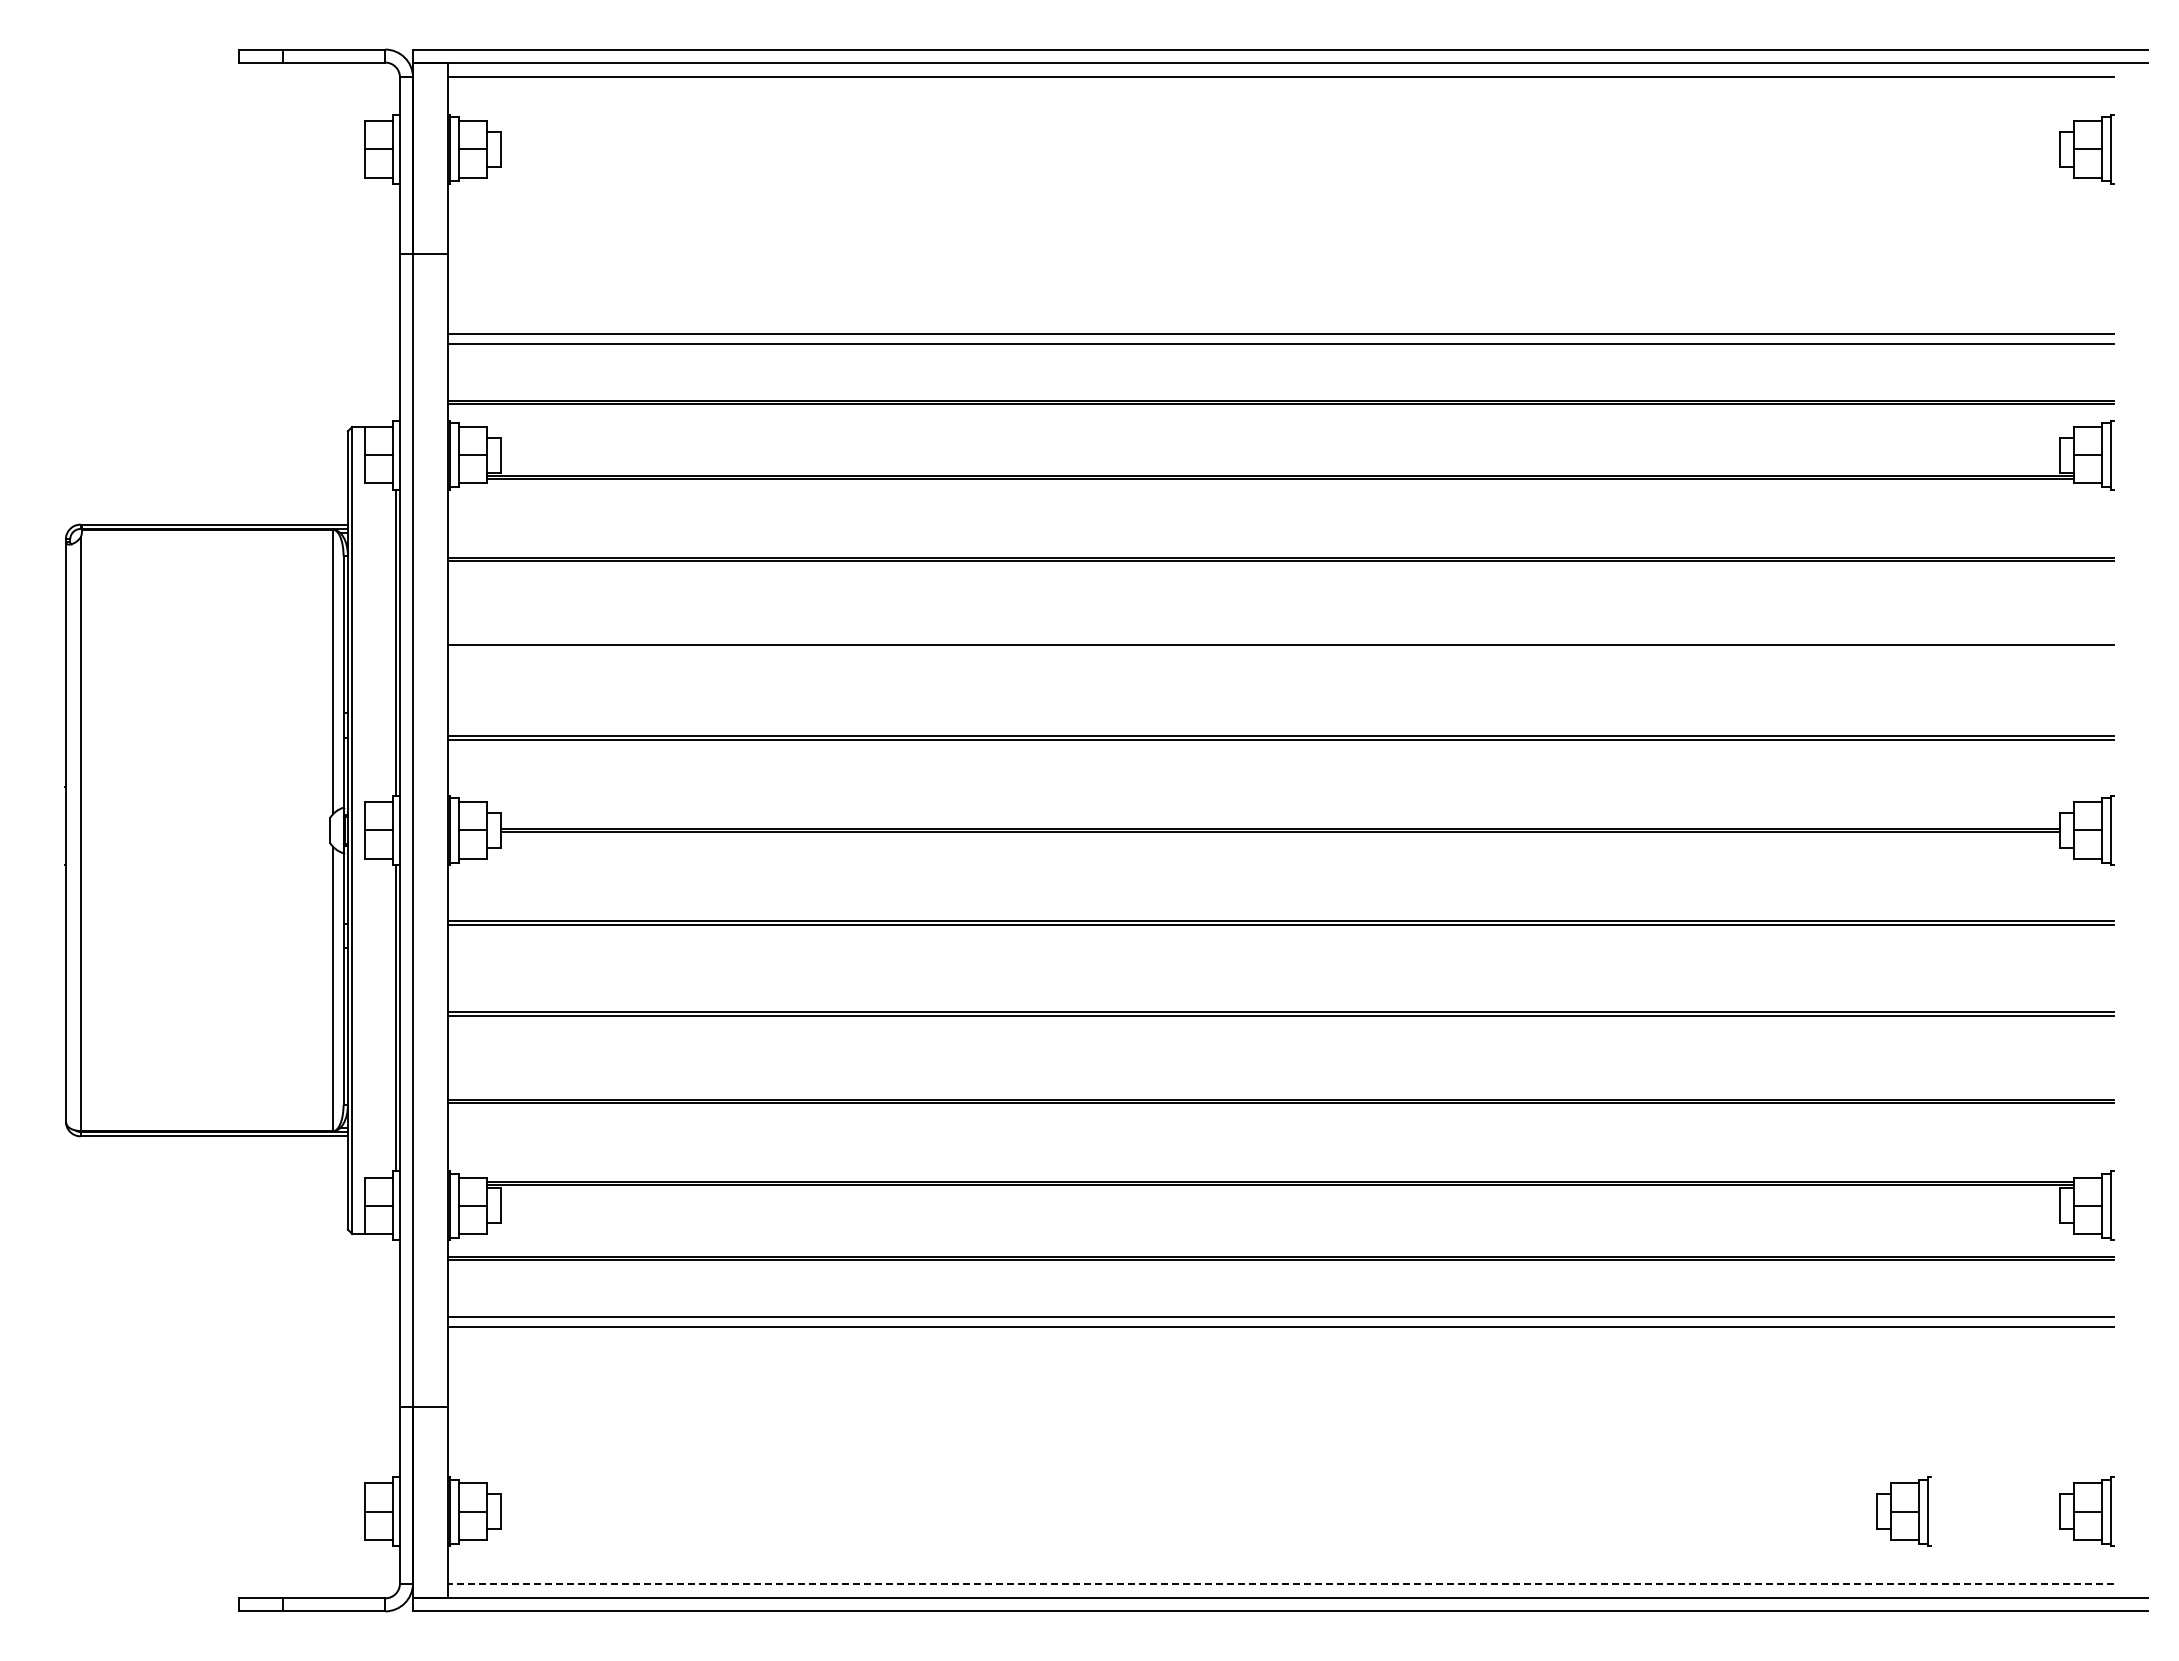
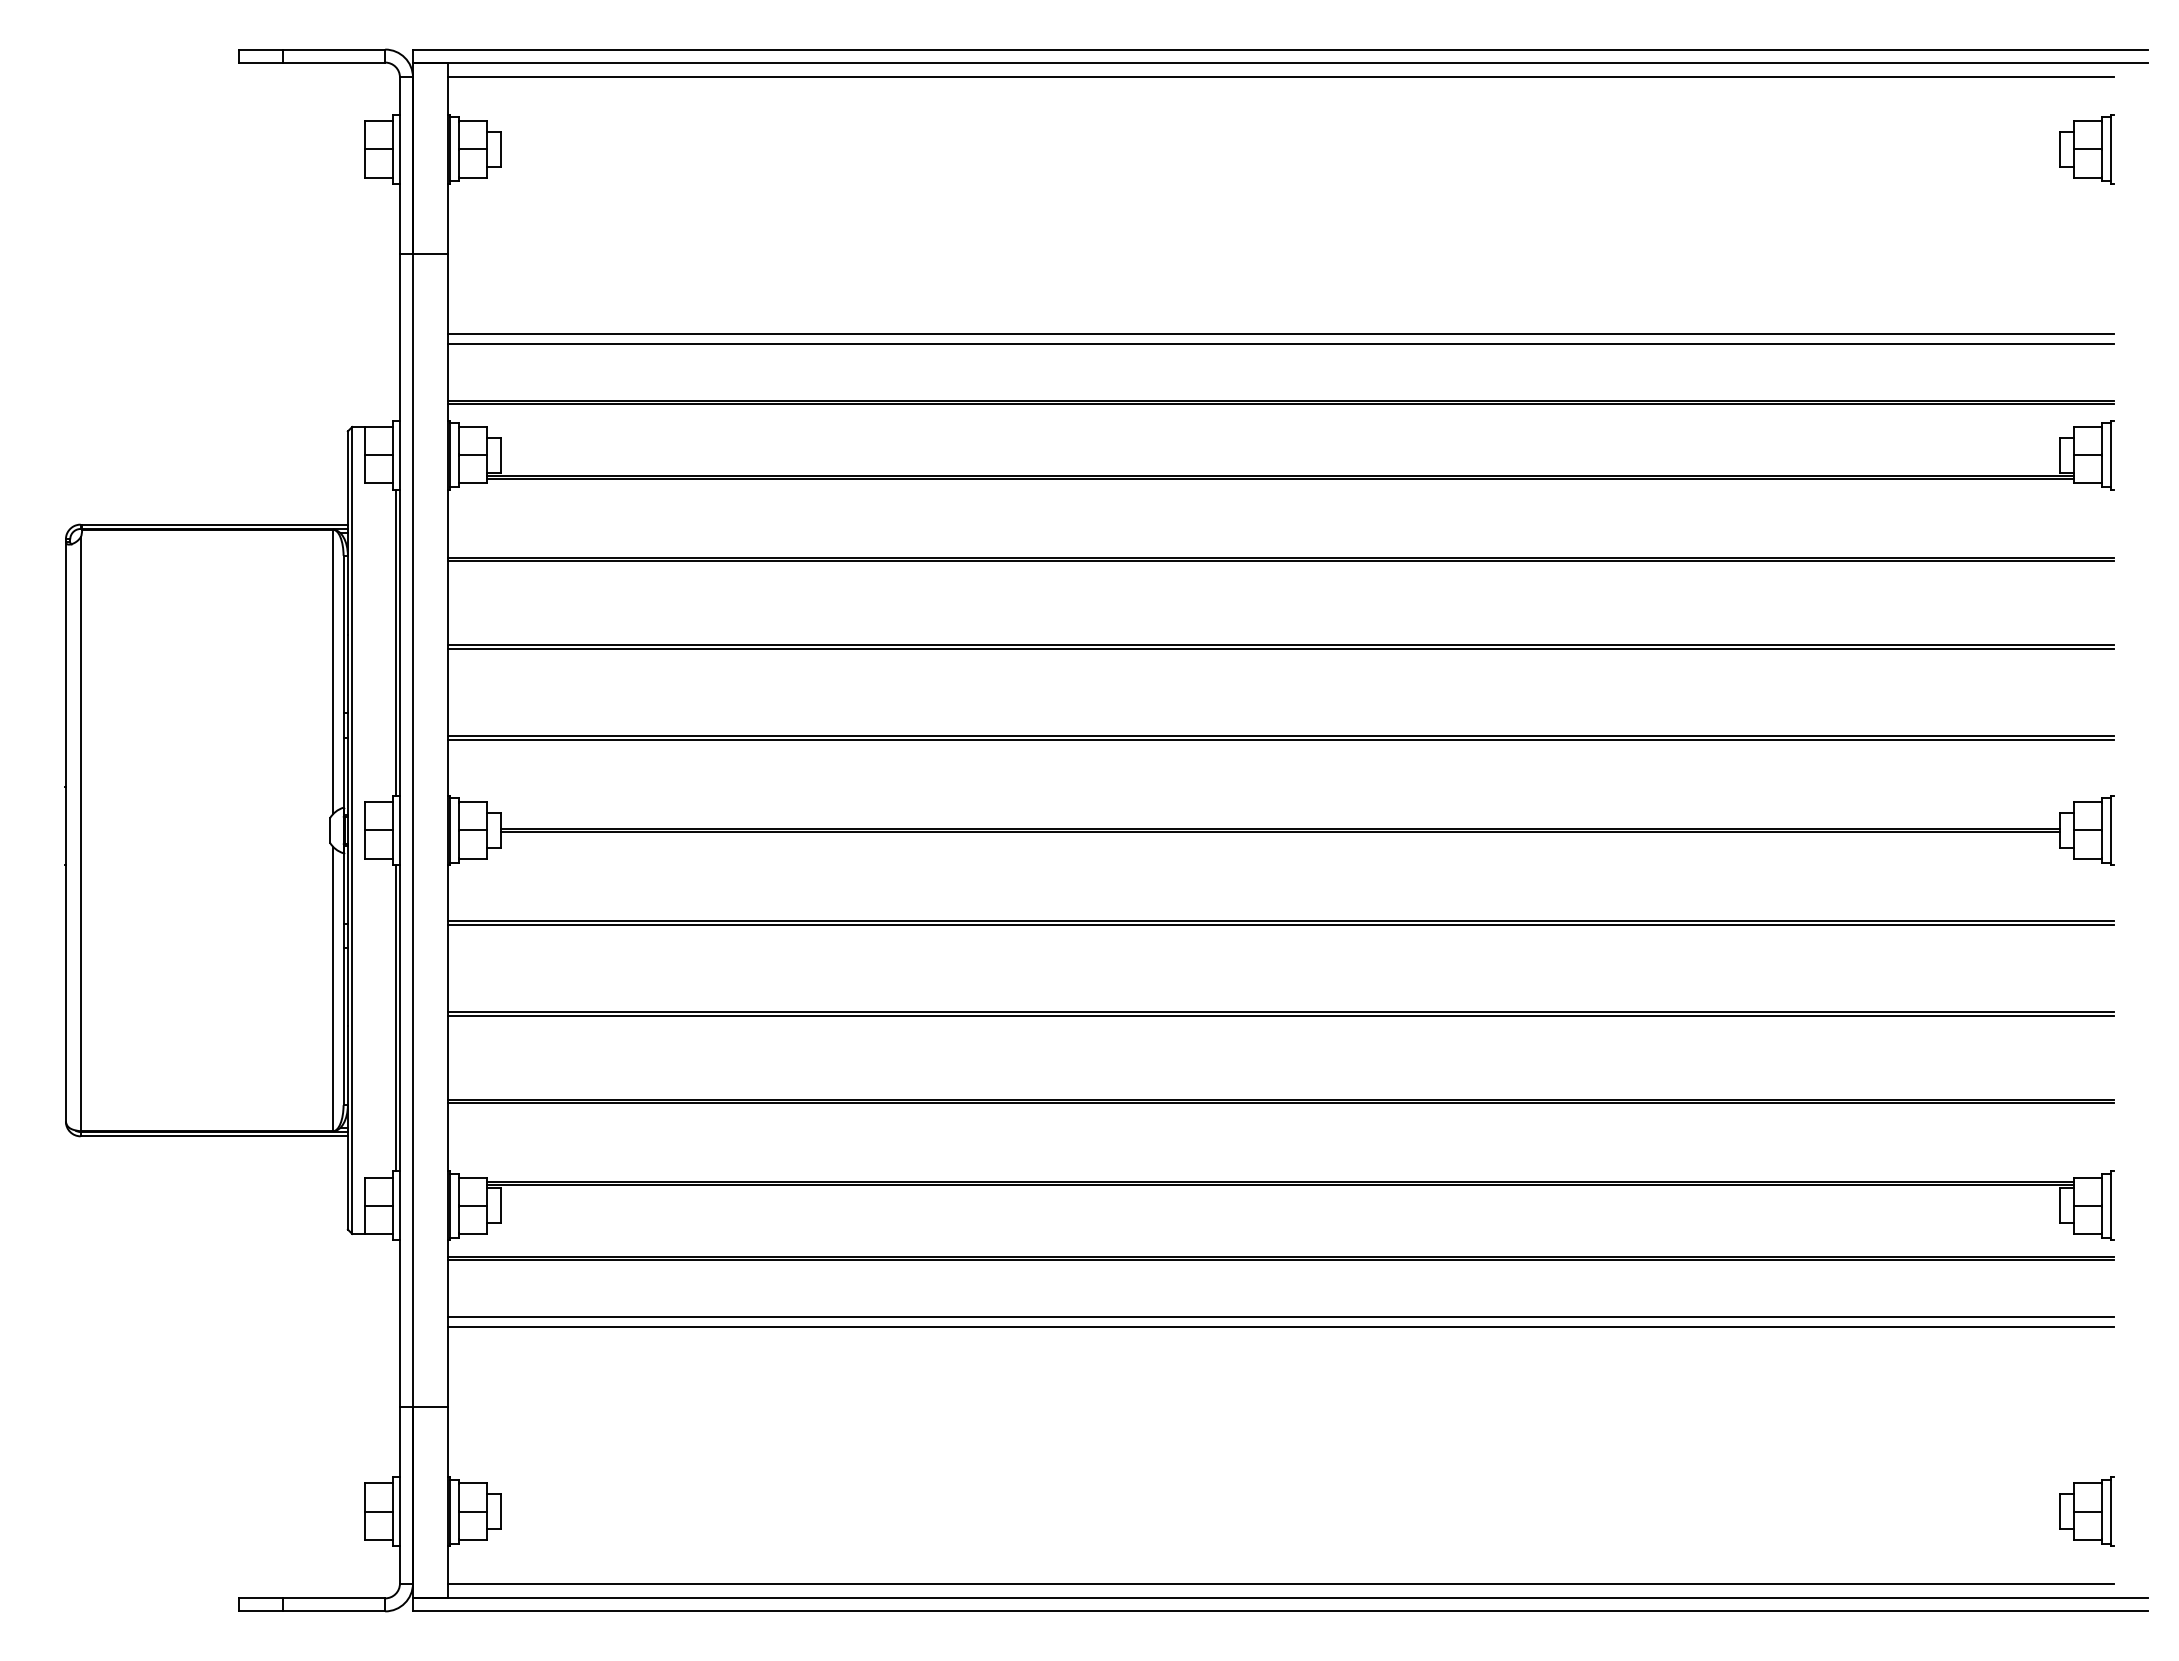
line at (1280, 648): none -> present
part at (1903, 1511): present -> none
line at (1280, 1583): dashed -> solid
